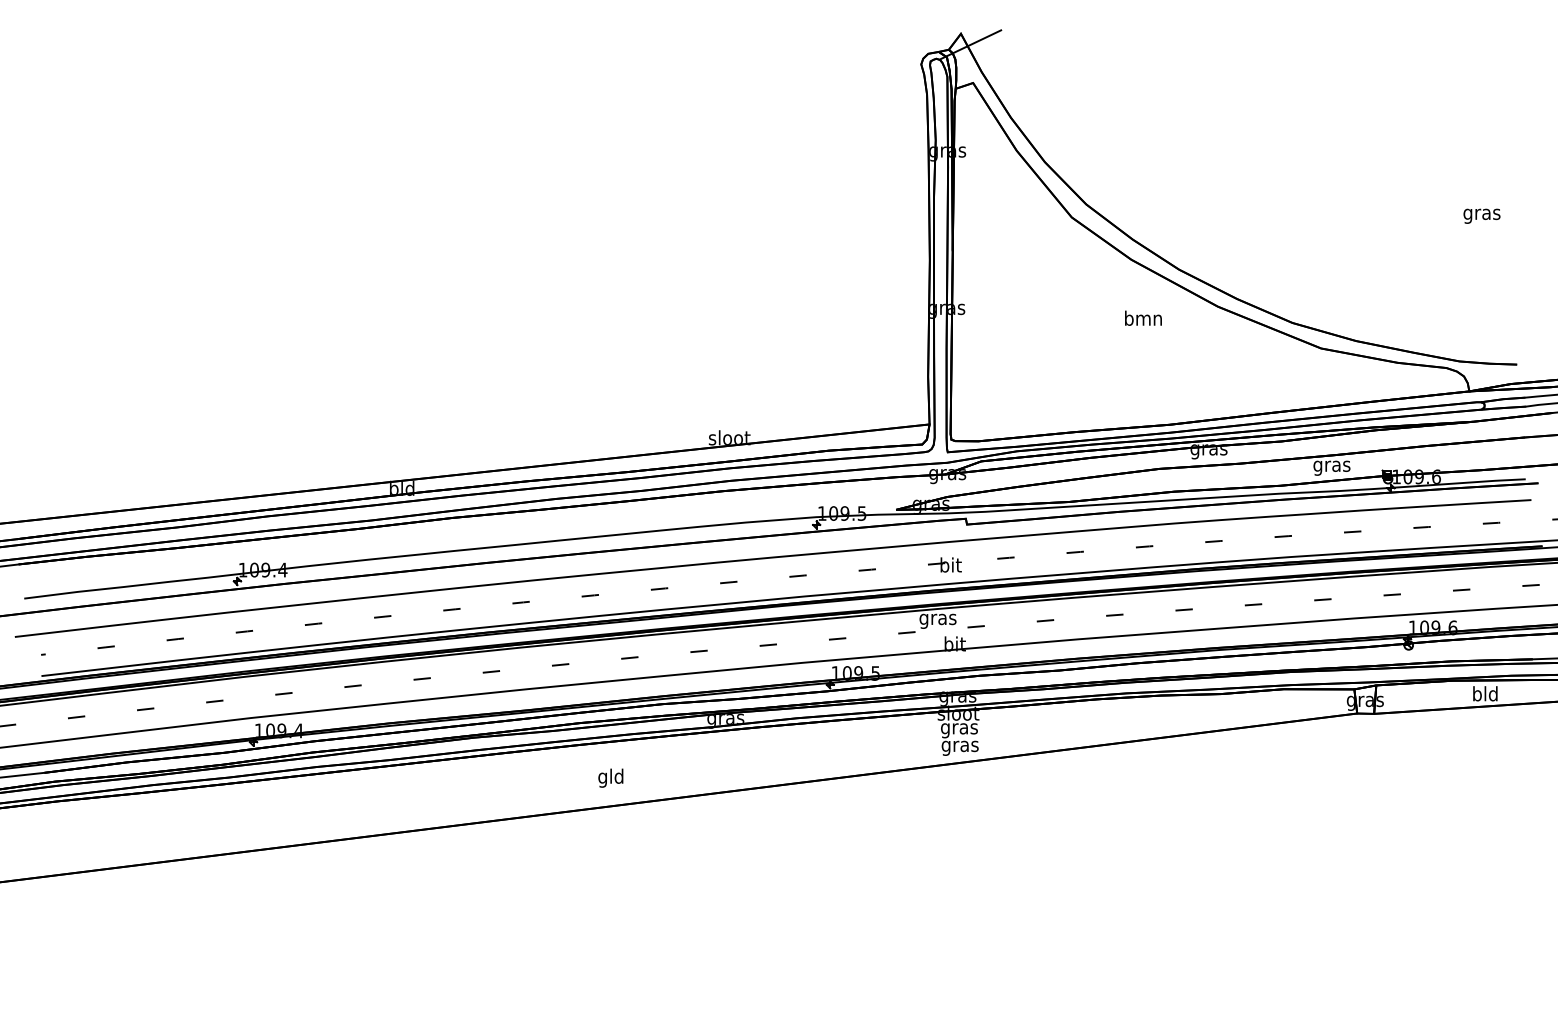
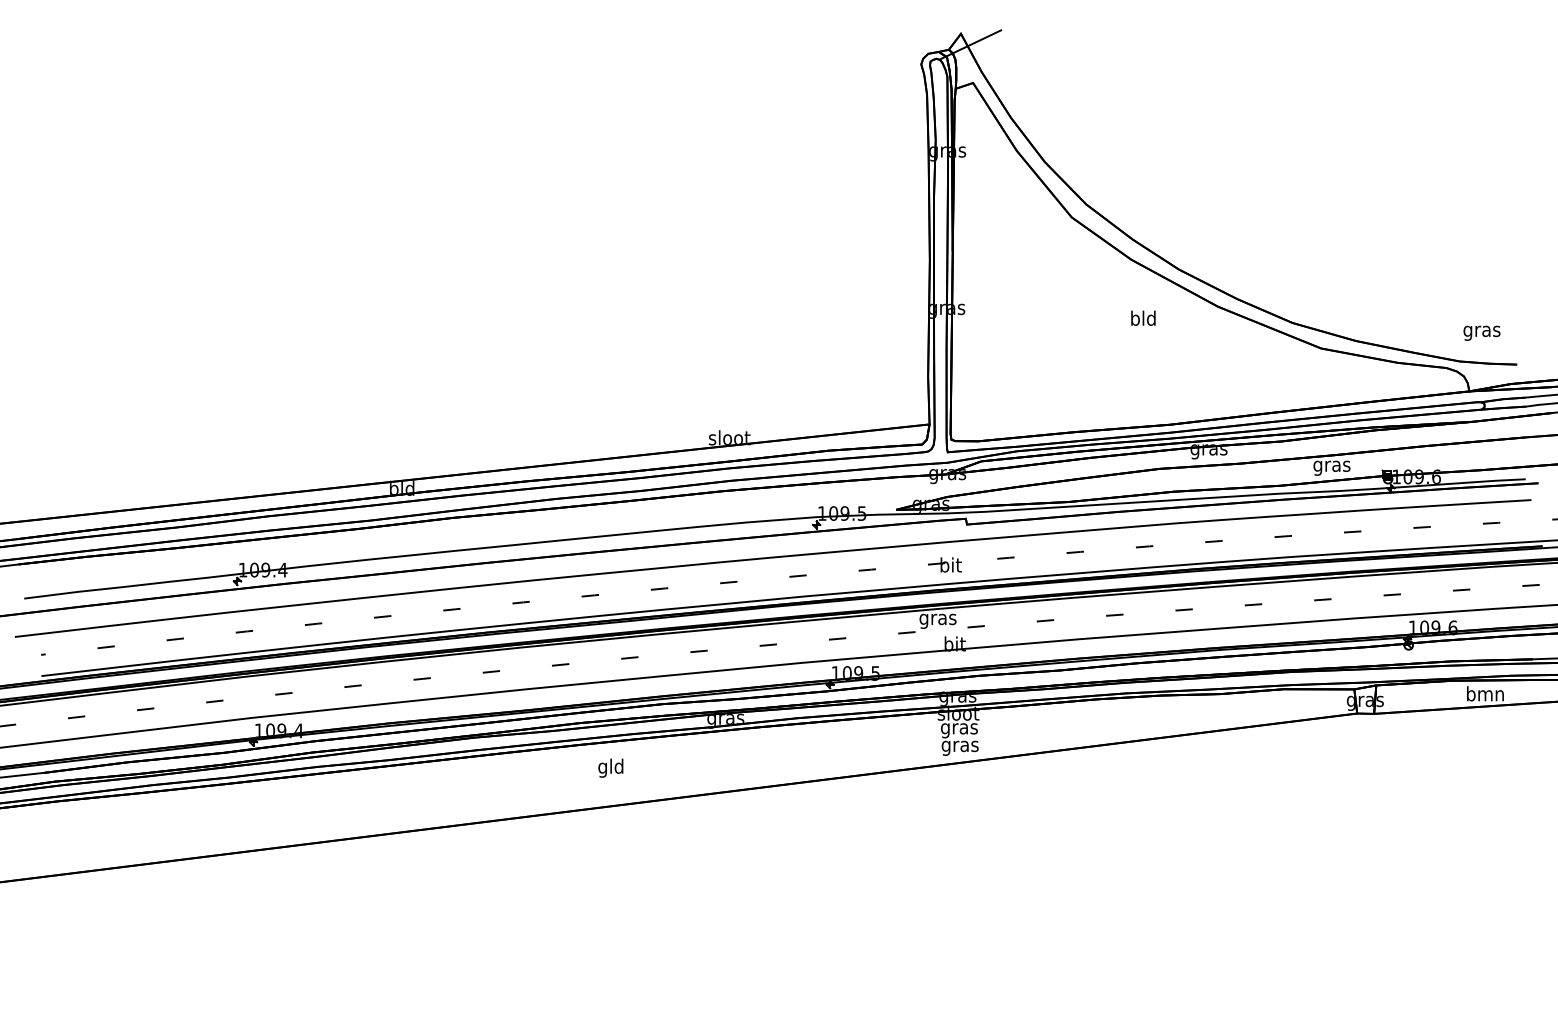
text at (1481, 215) position: (1481, 215) -> (1481, 332)
text at (1143, 317): bmn -> bld
text at (1485, 693): bld -> bmn
text at (610, 777) position: (610, 777) -> (610, 767)
